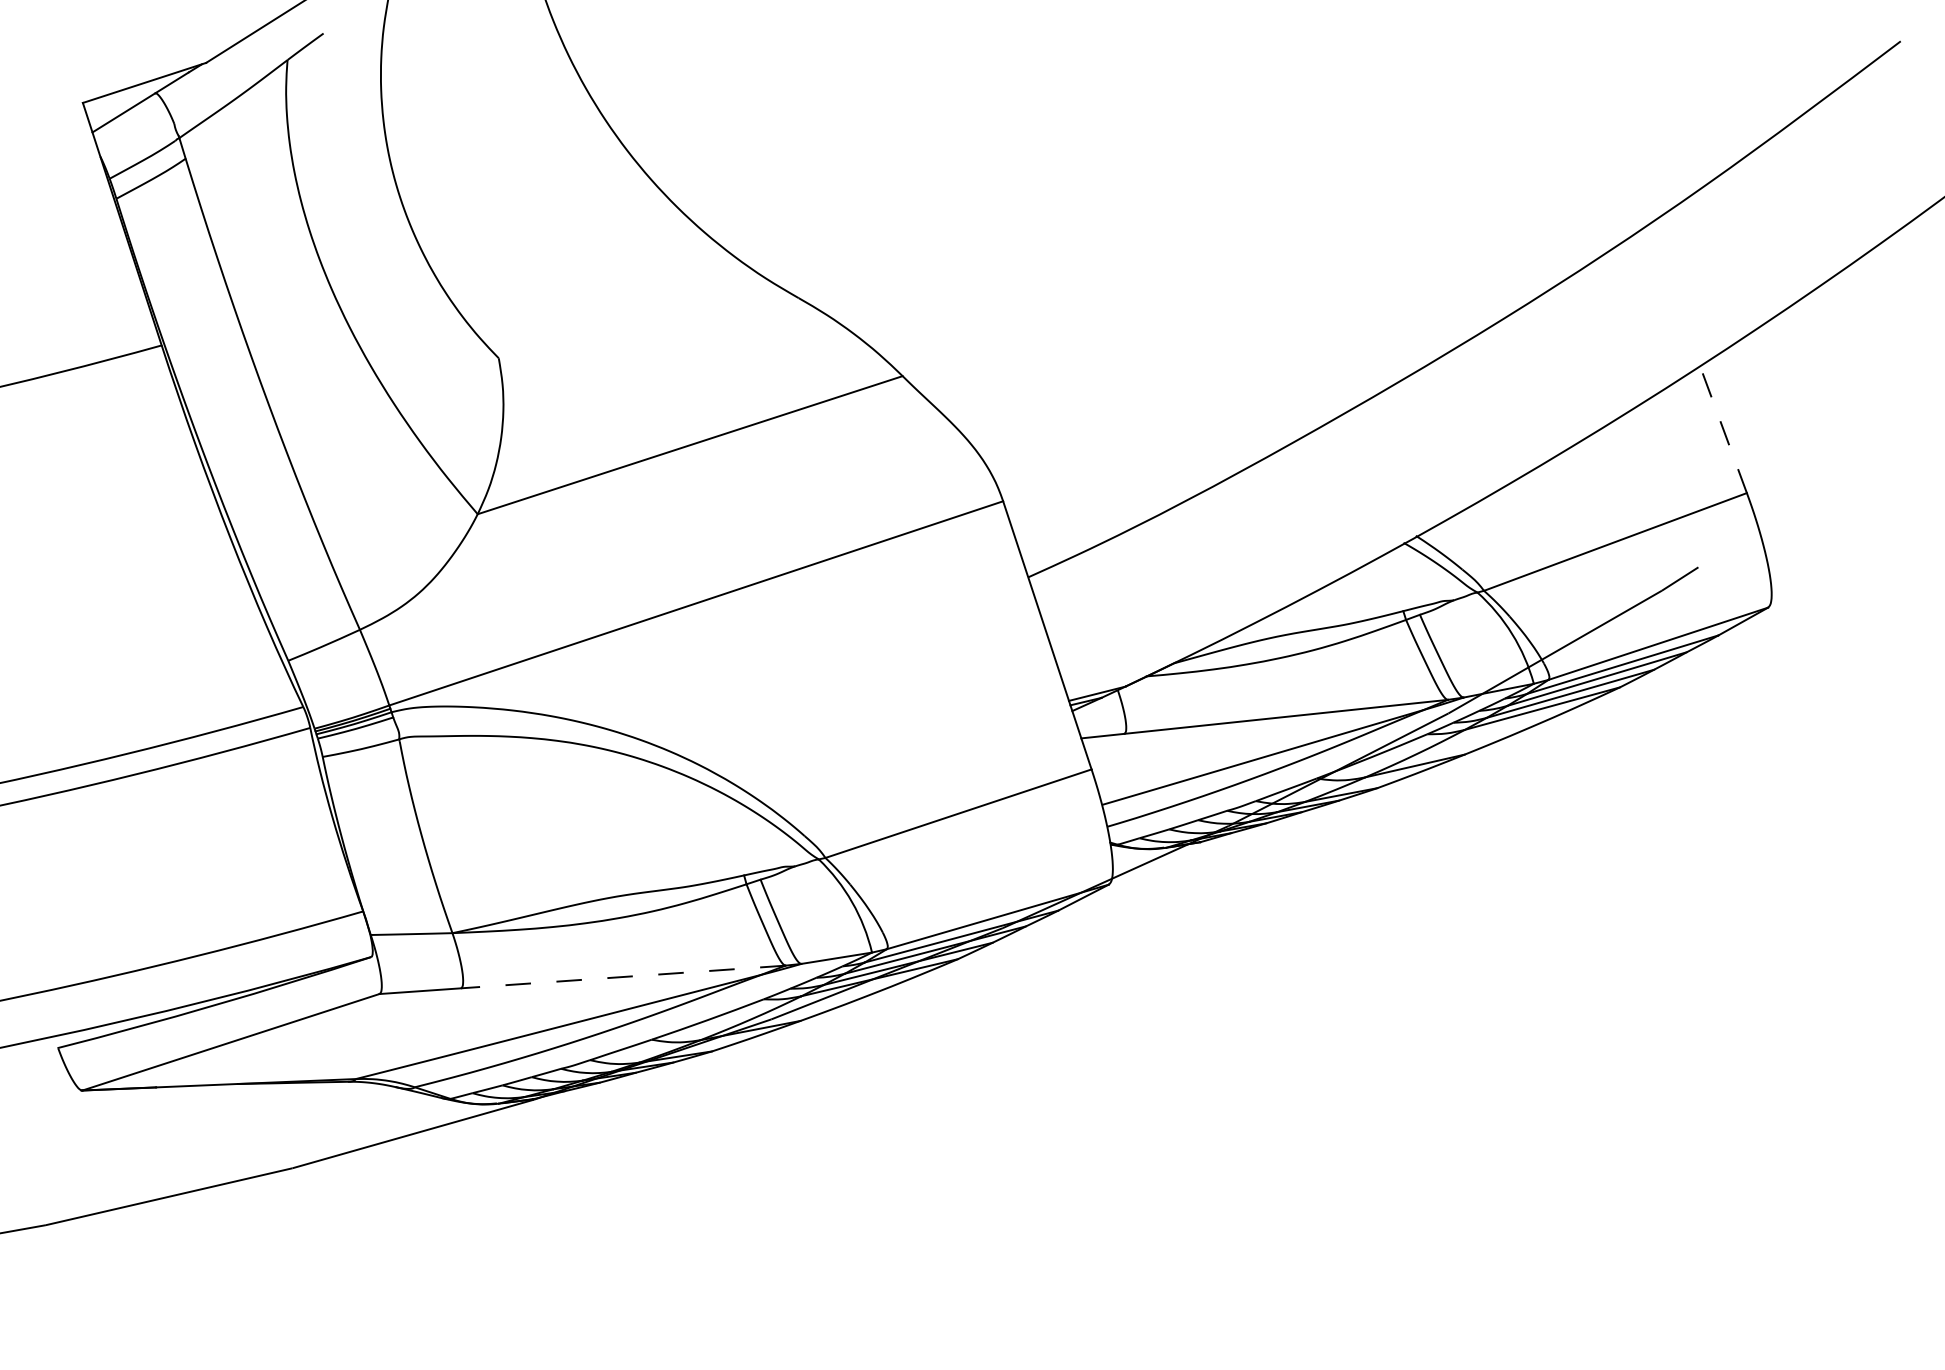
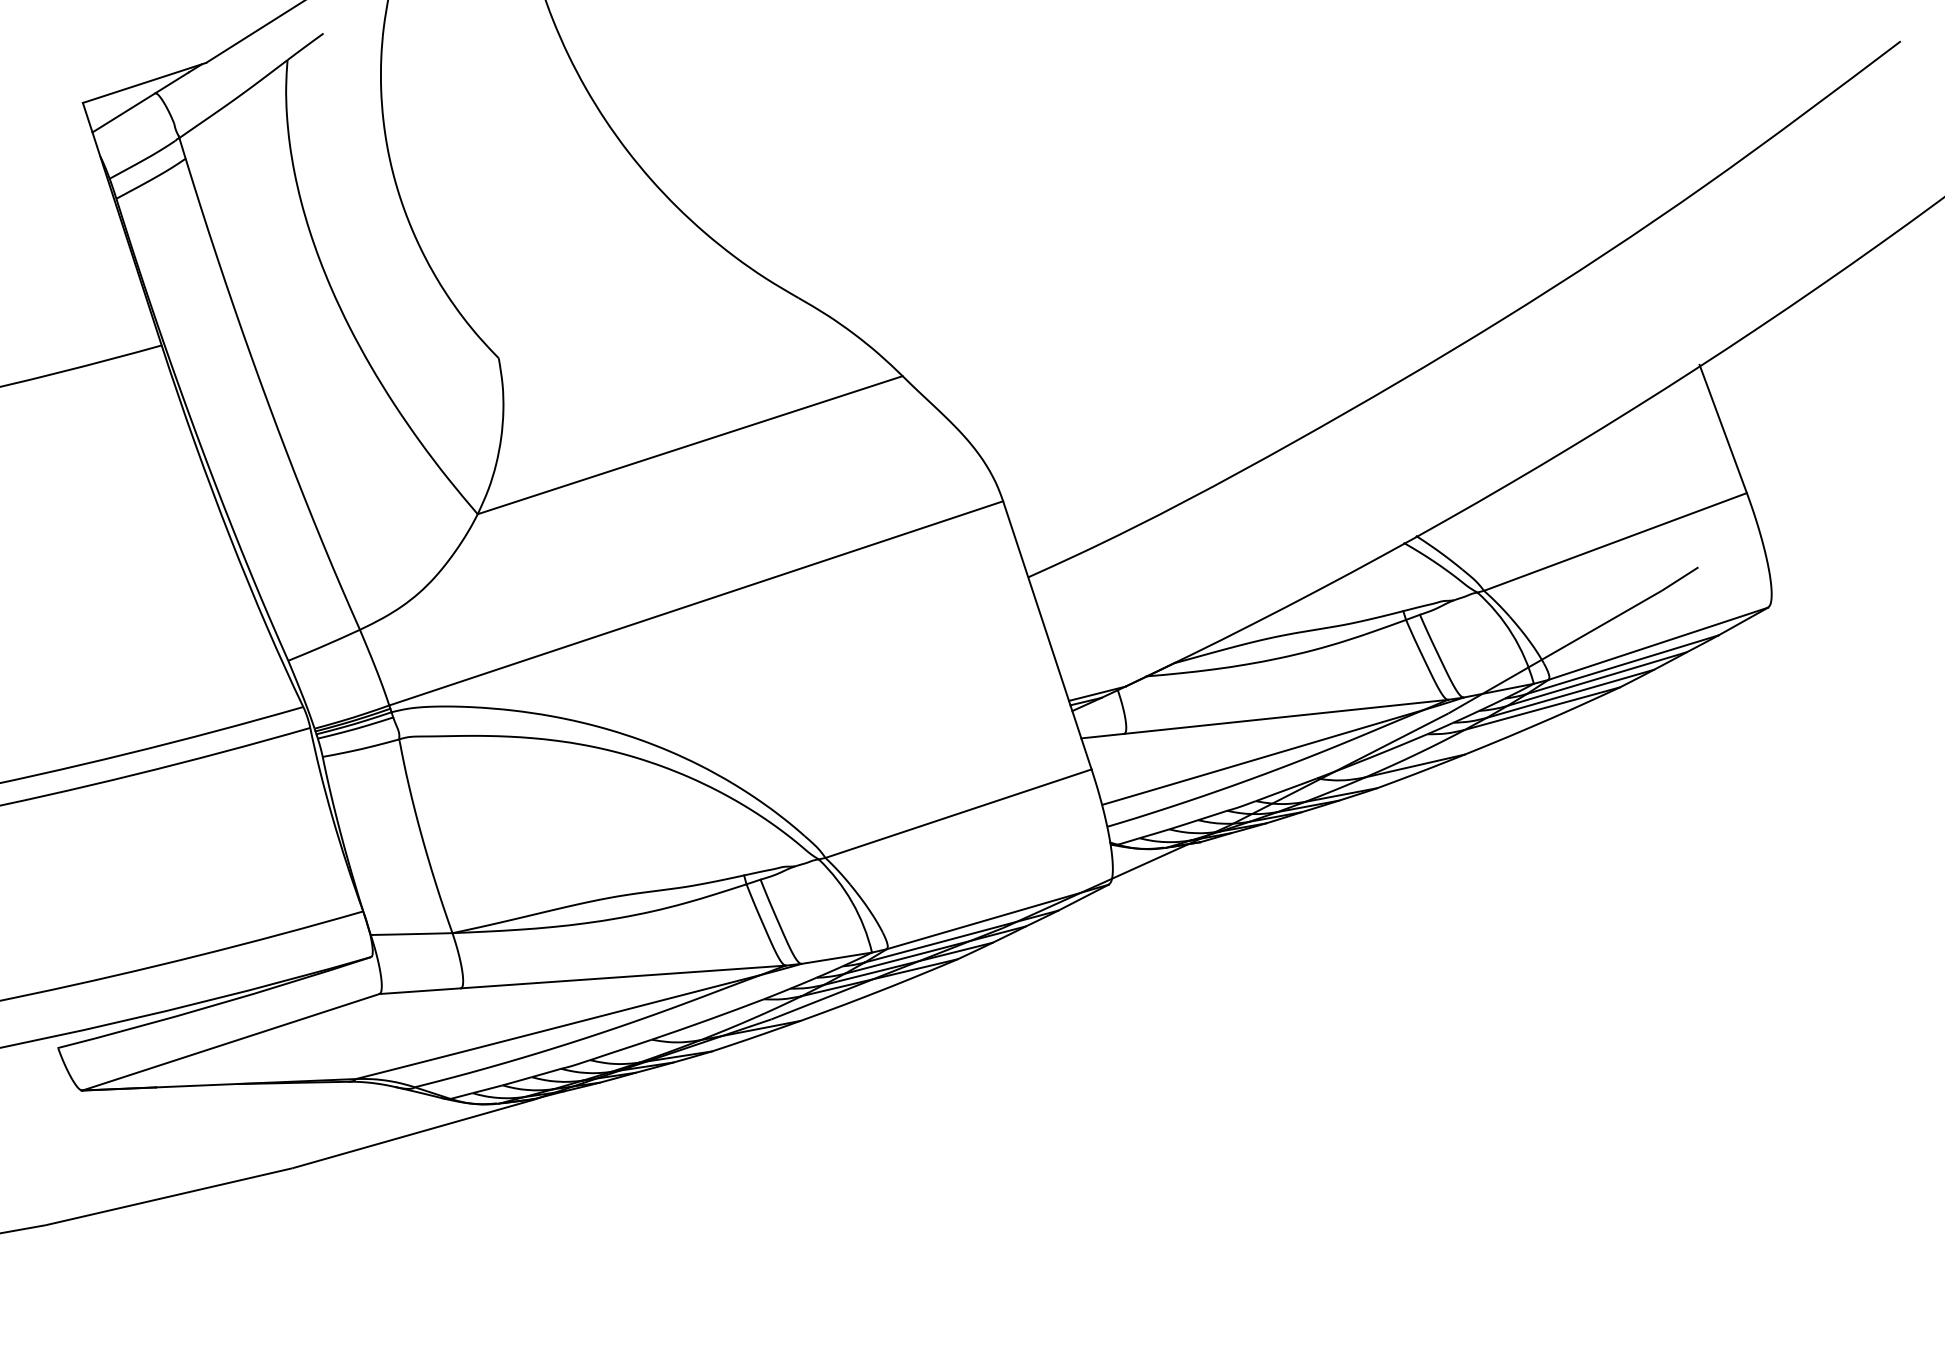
line at (1723, 428): dashed -> solid
line at (623, 976): dashed -> solid
